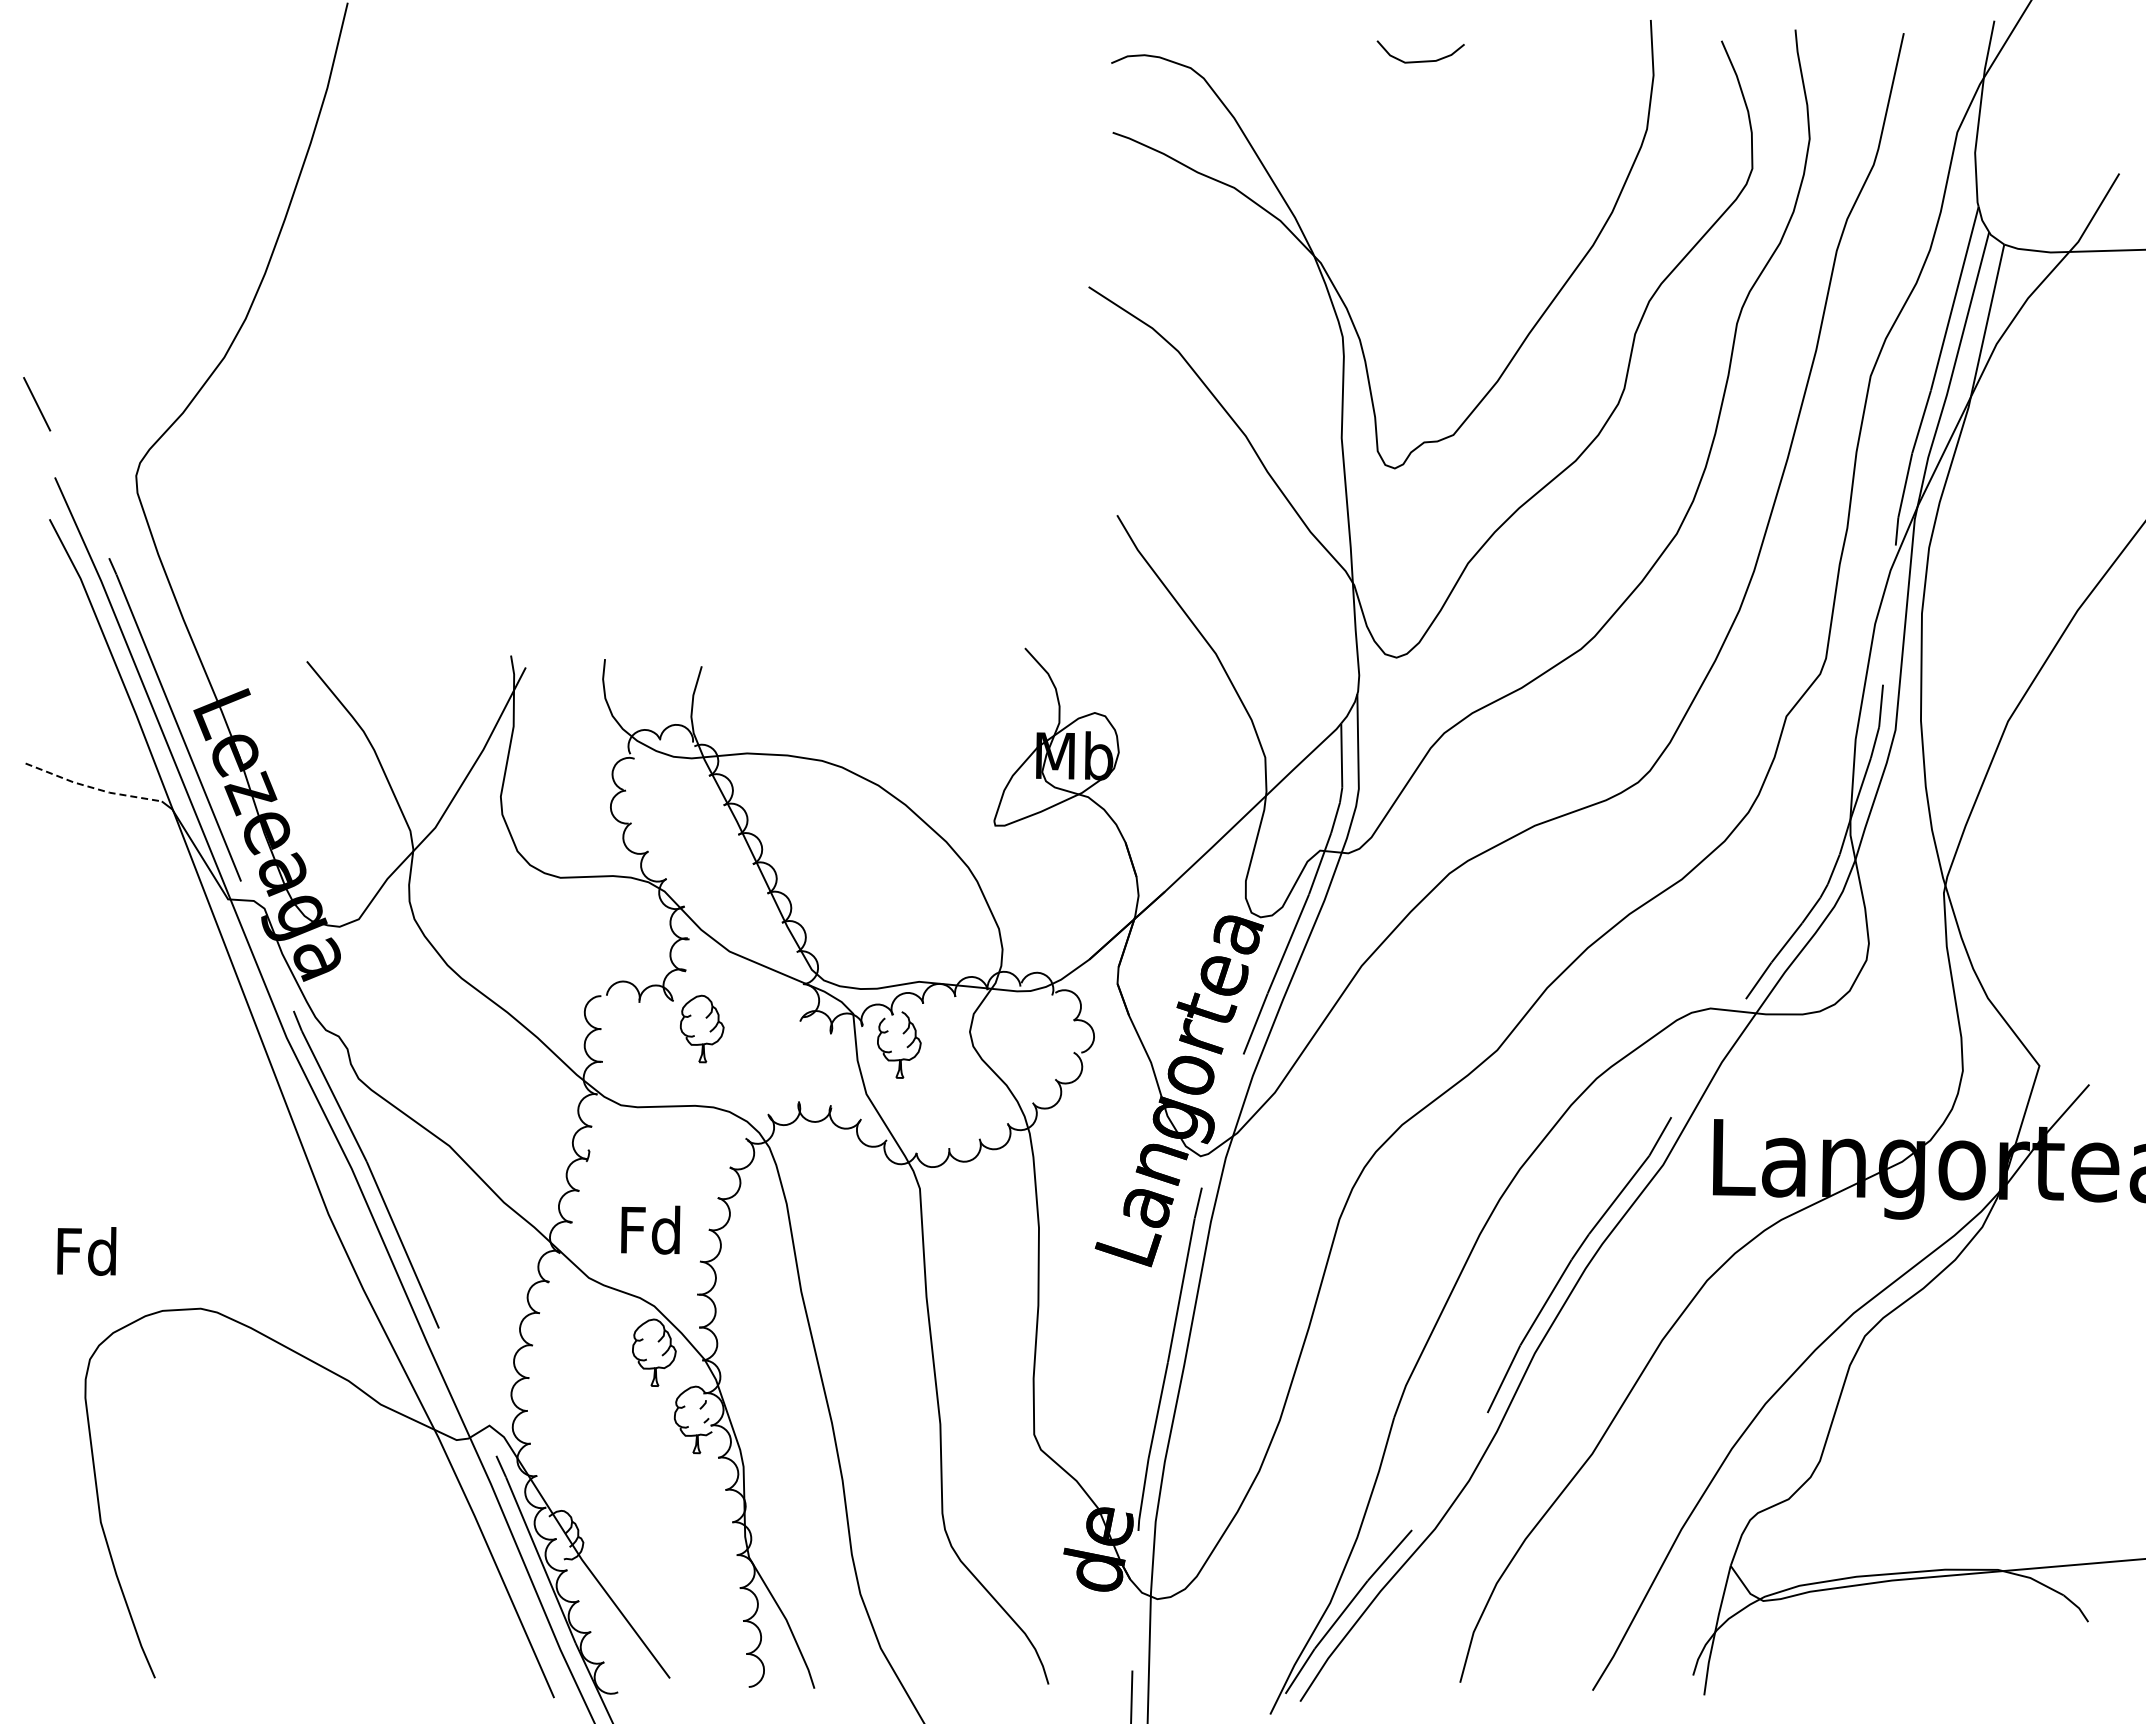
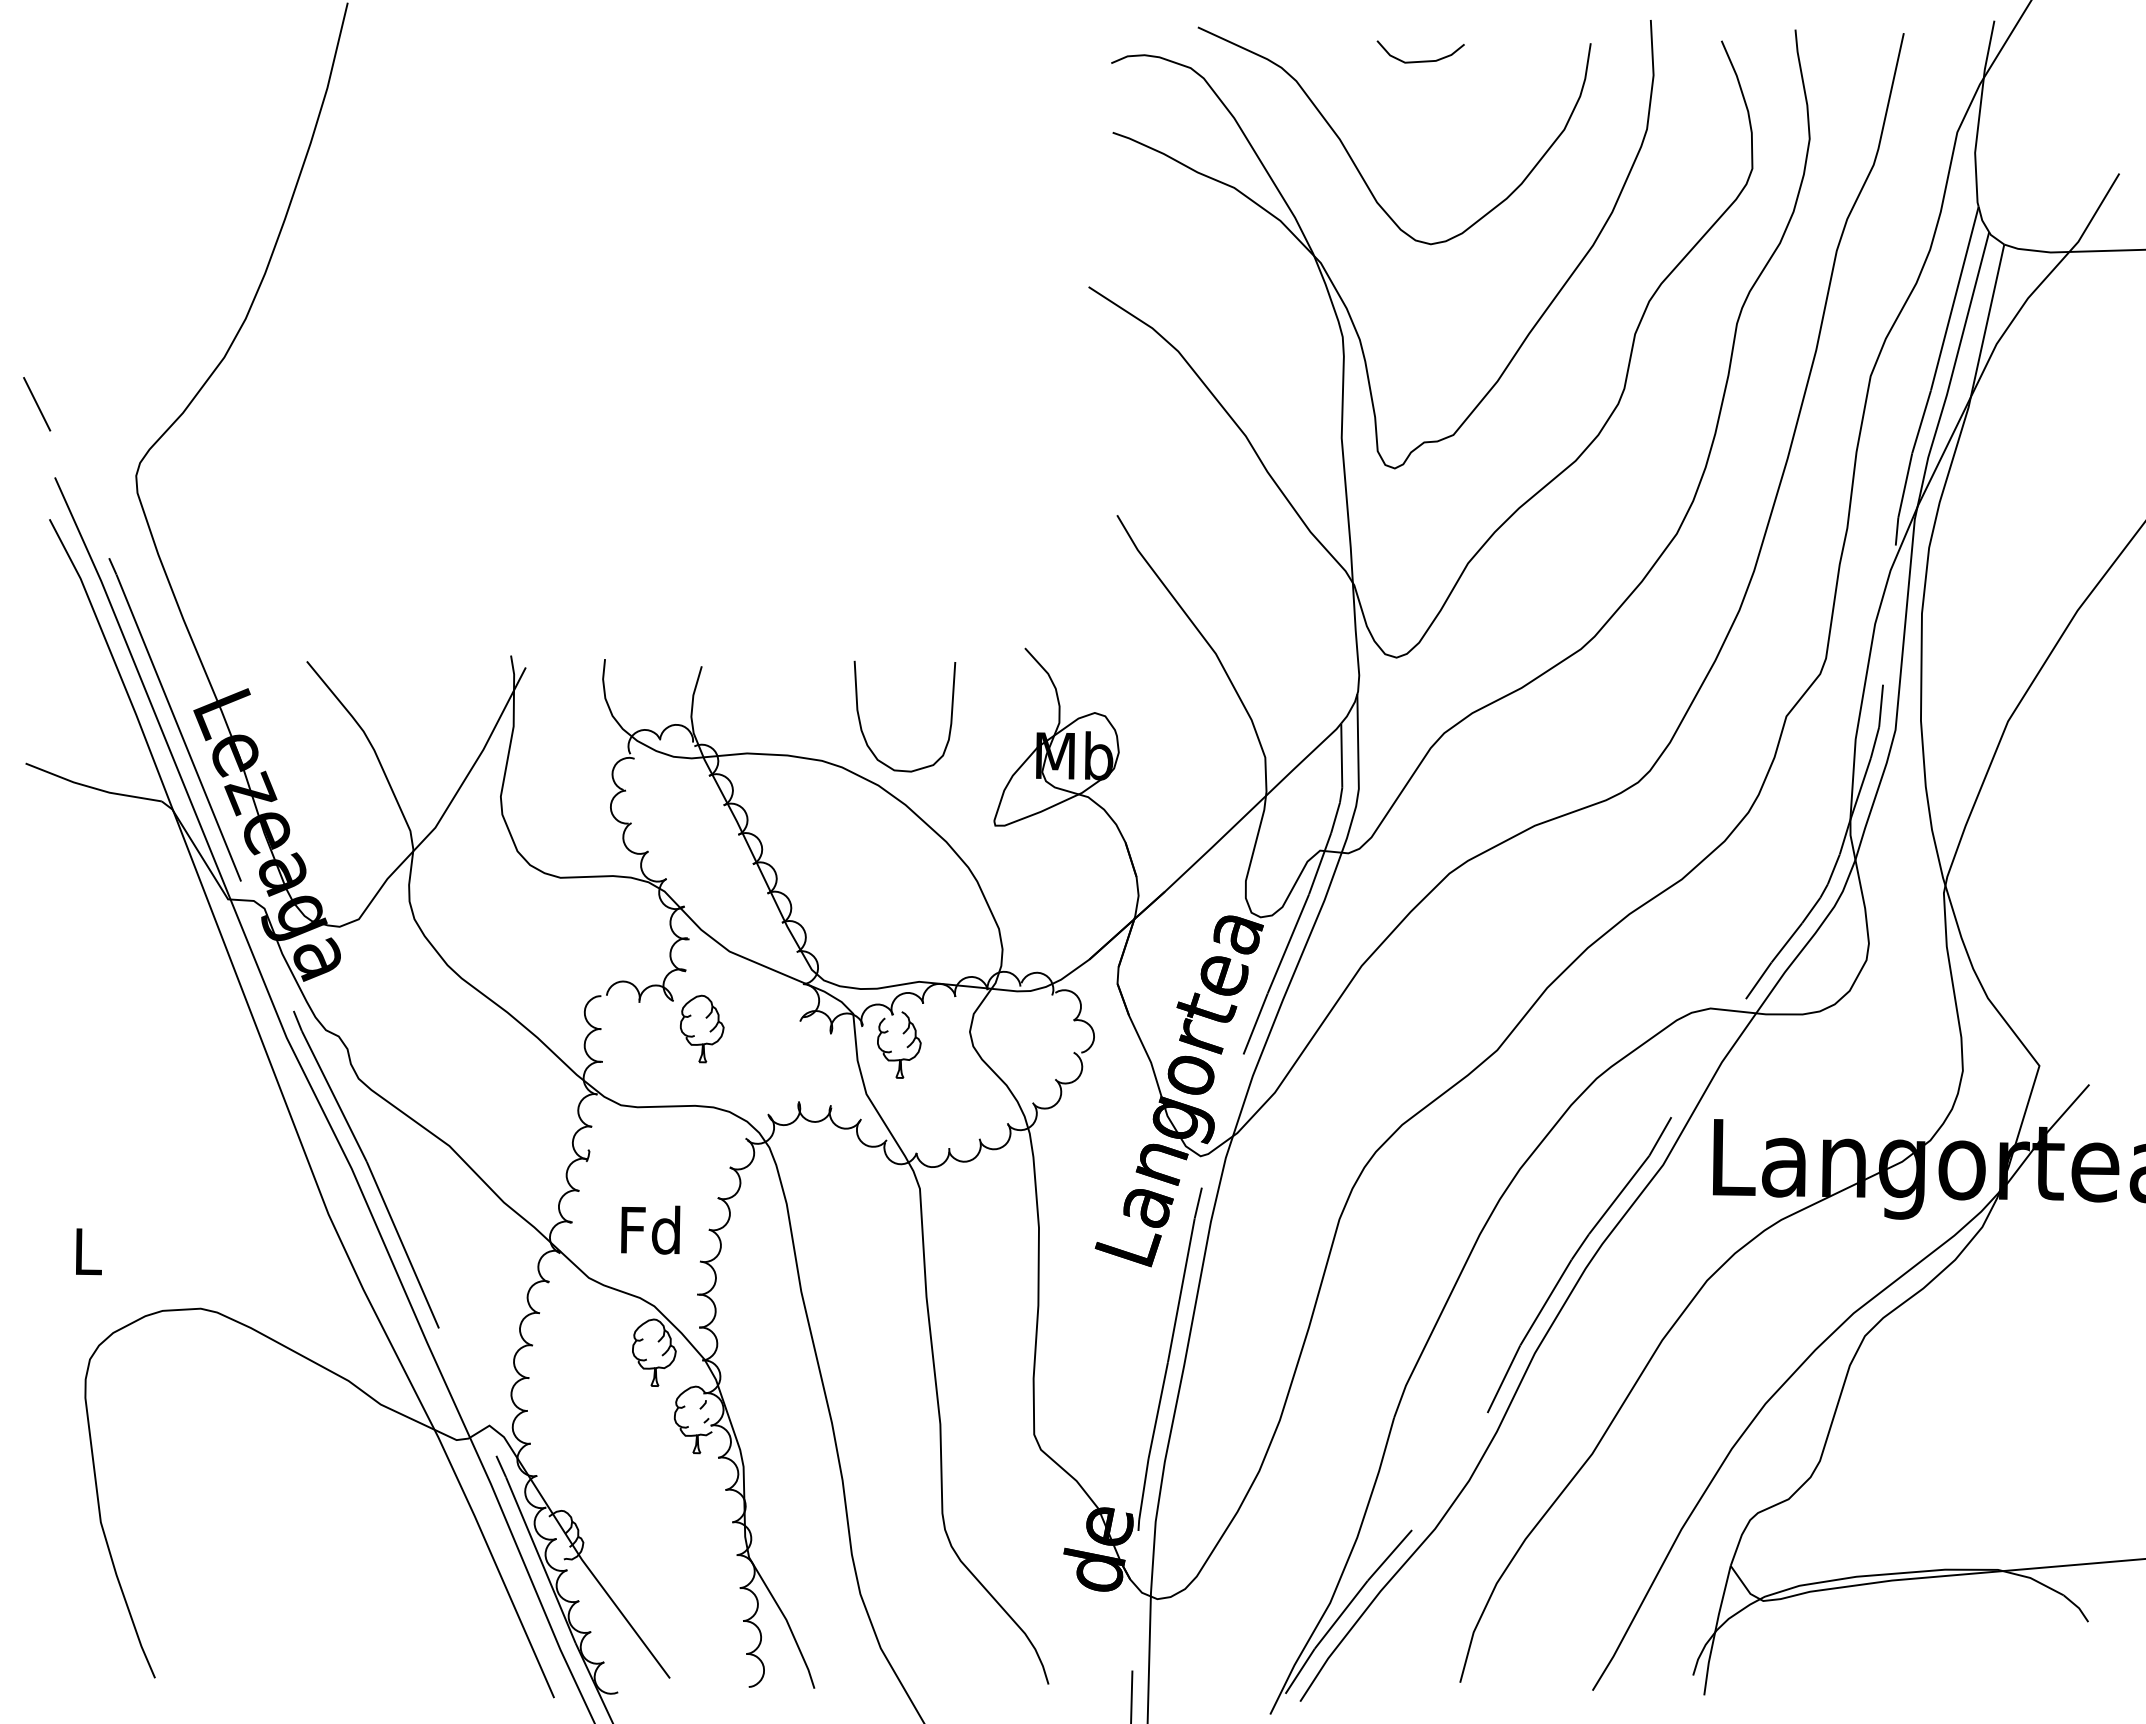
curve at (1352, 158): none -> present
curve at (861, 724): none -> present
line at (92, 787): dashed -> solid
text at (86, 1251): Fd -> L
